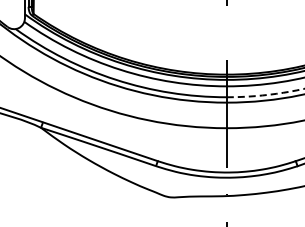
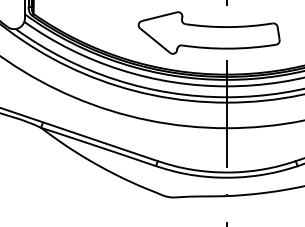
part at (208, 32): none -> present
arc at (266, 95): dashed -> solid
